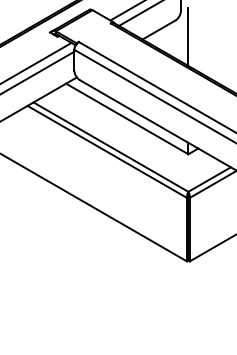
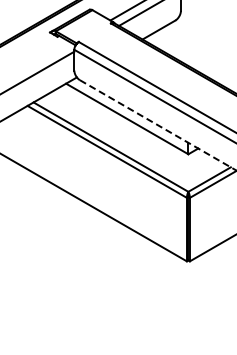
line at (188, 36): present -> none
line at (36, 62): present -> none
line at (158, 125): solid -> dashed
